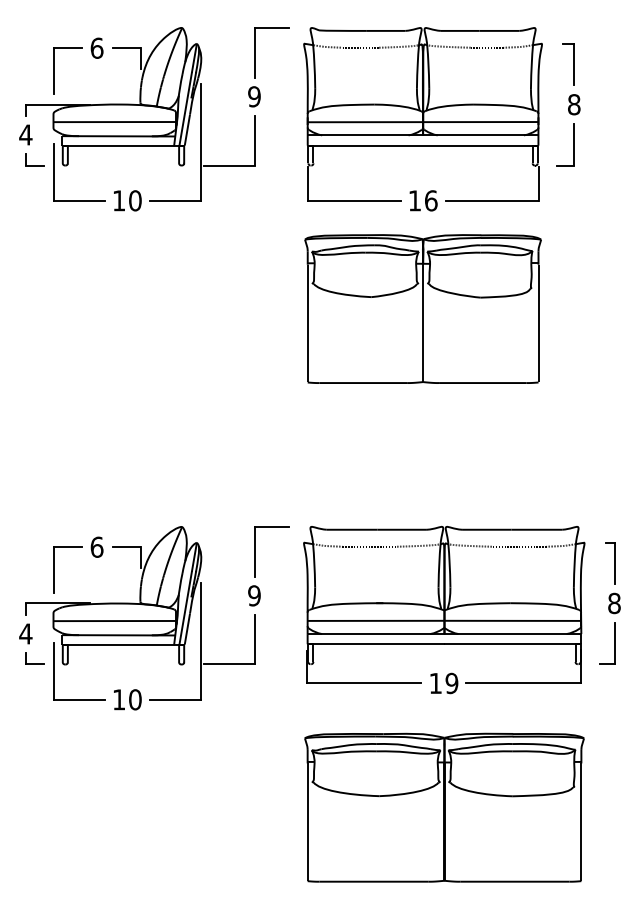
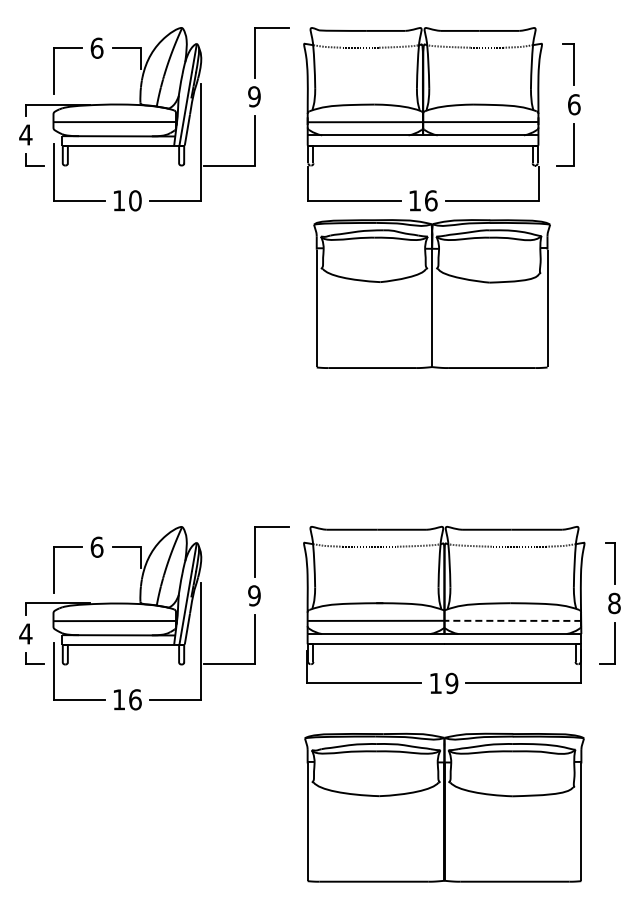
text at (574, 104): 8 -> 6
part at (422, 308) position: (422, 308) -> (431, 293)
line at (512, 620): solid -> dashed
text at (135, 699): 10 -> 16
